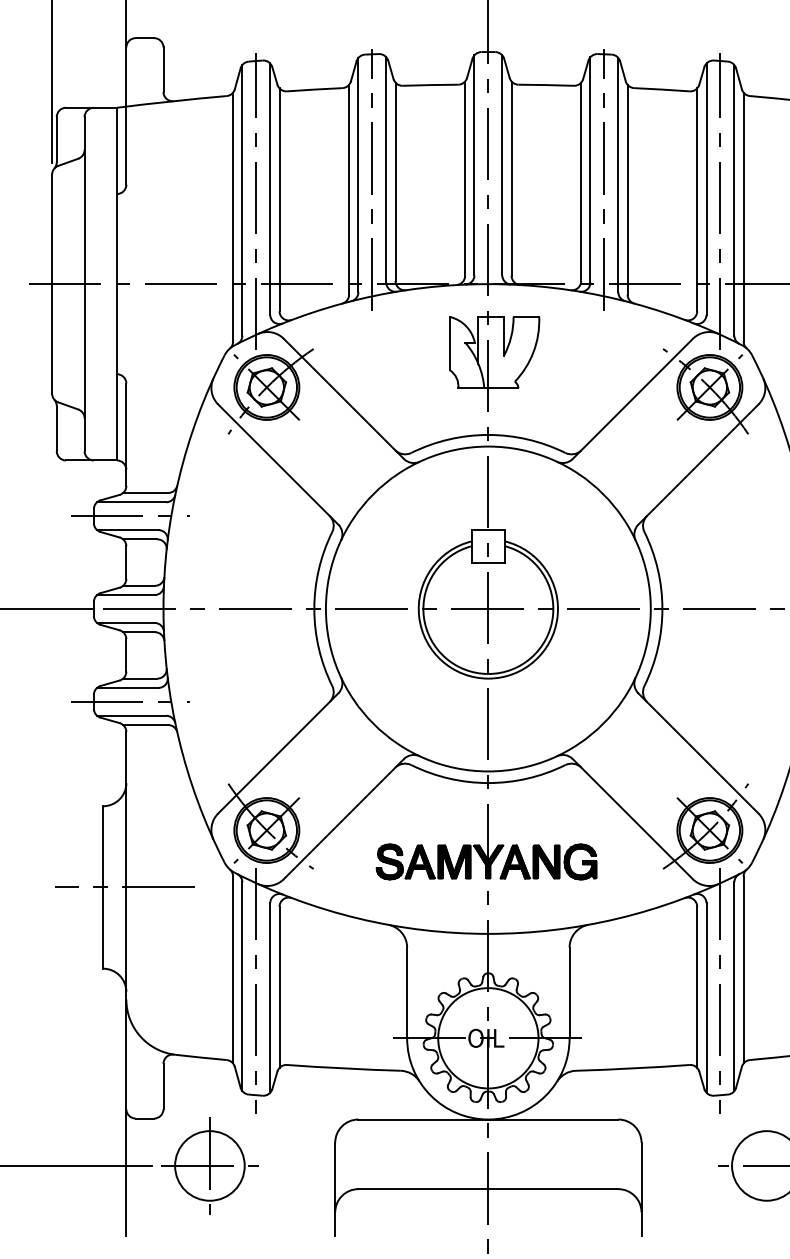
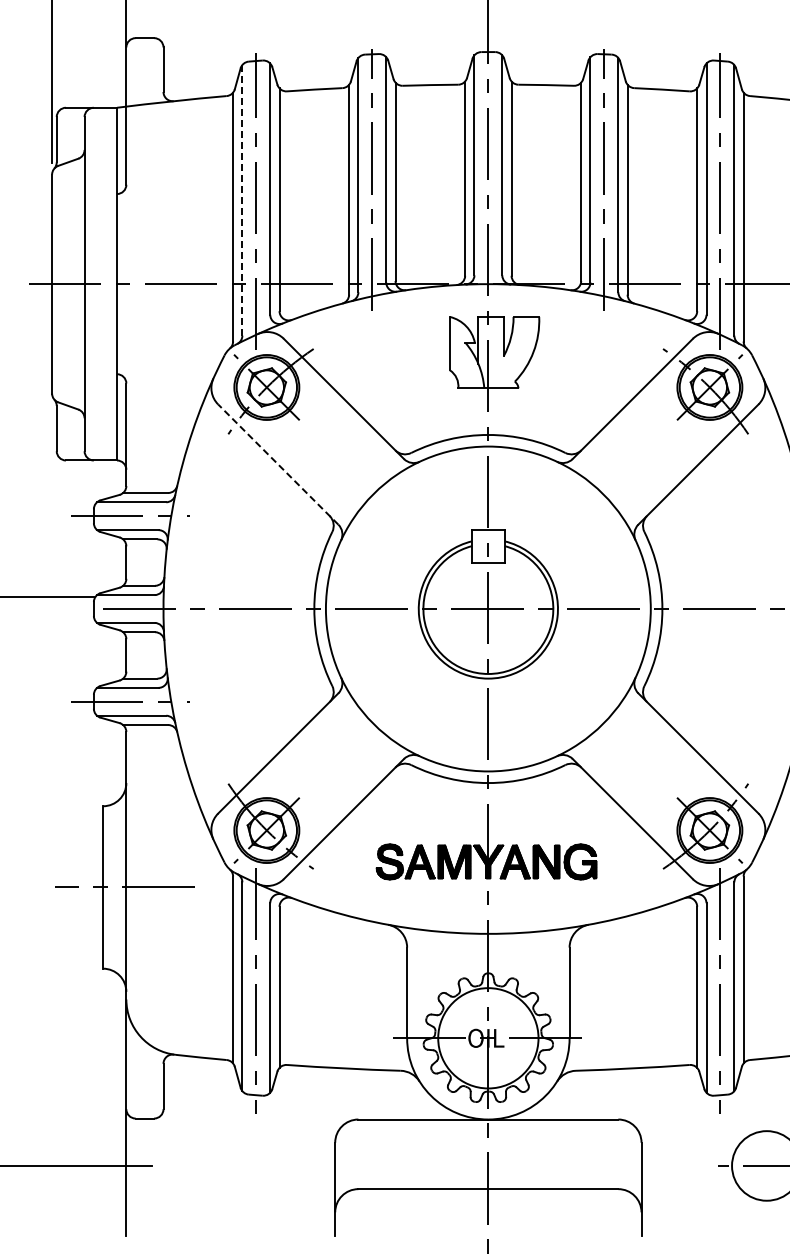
line at (242, 199): solid -> dashed
line at (278, 464): solid -> dashed
line at (47, 609) position: (47, 609) -> (47, 597)
part at (209, 1165): present -> none
